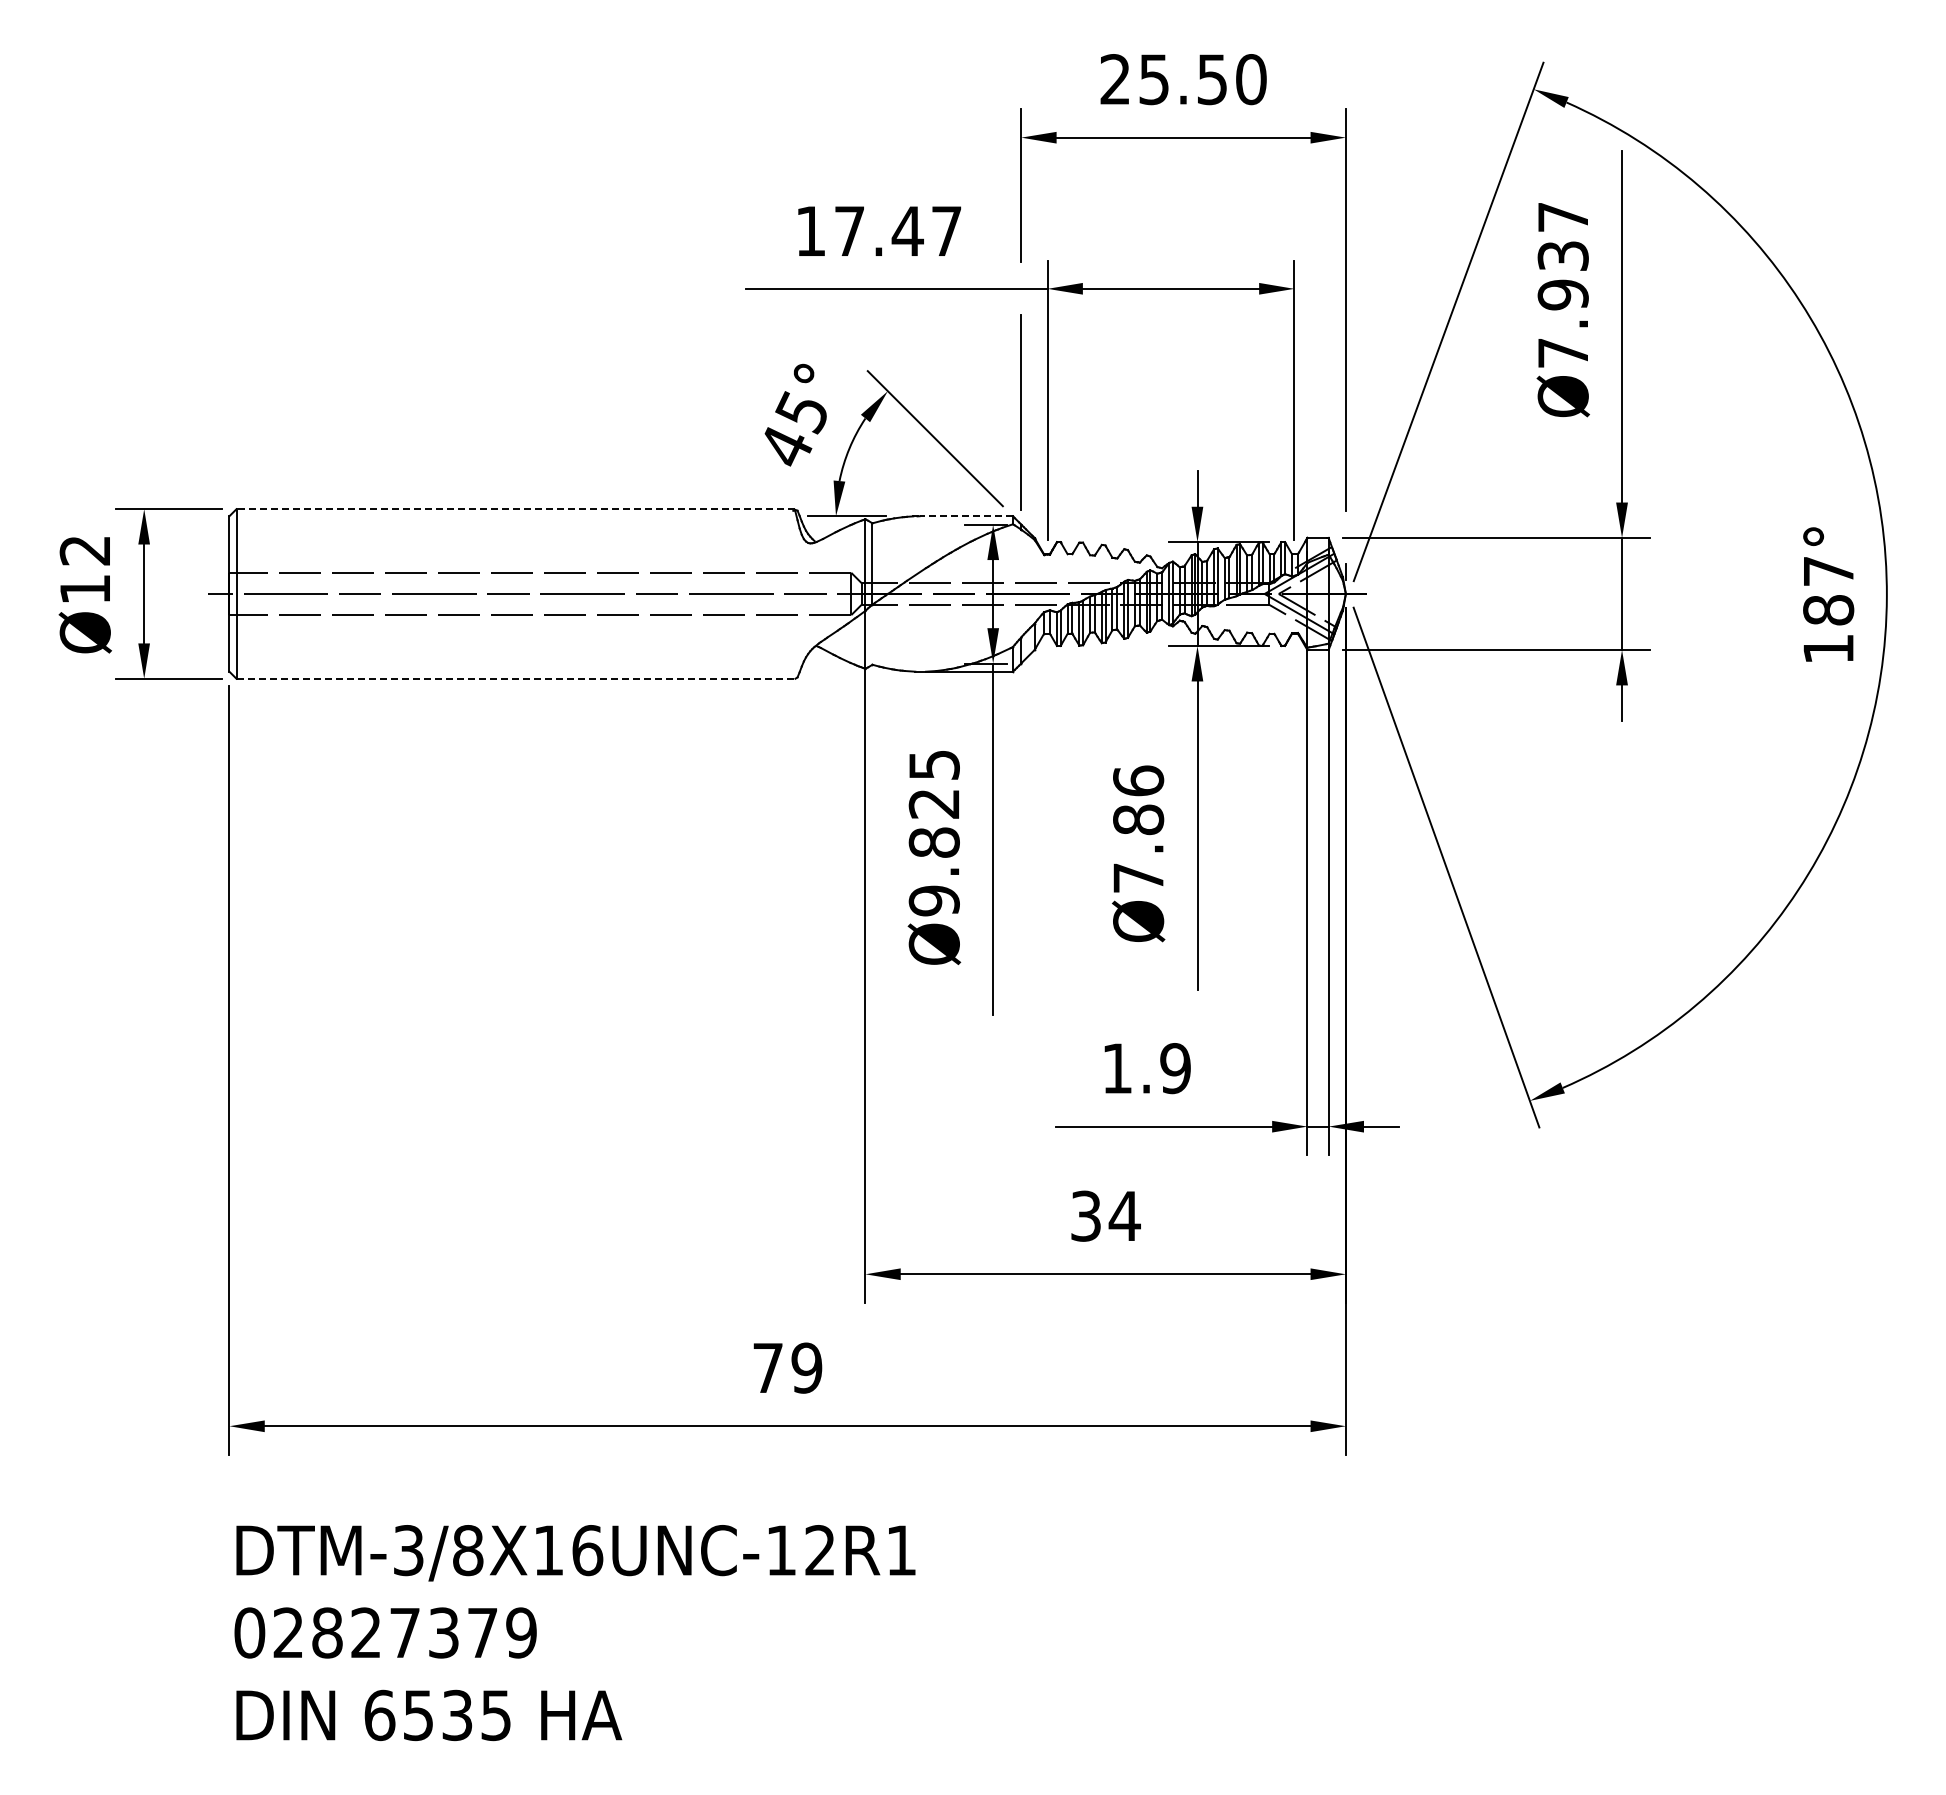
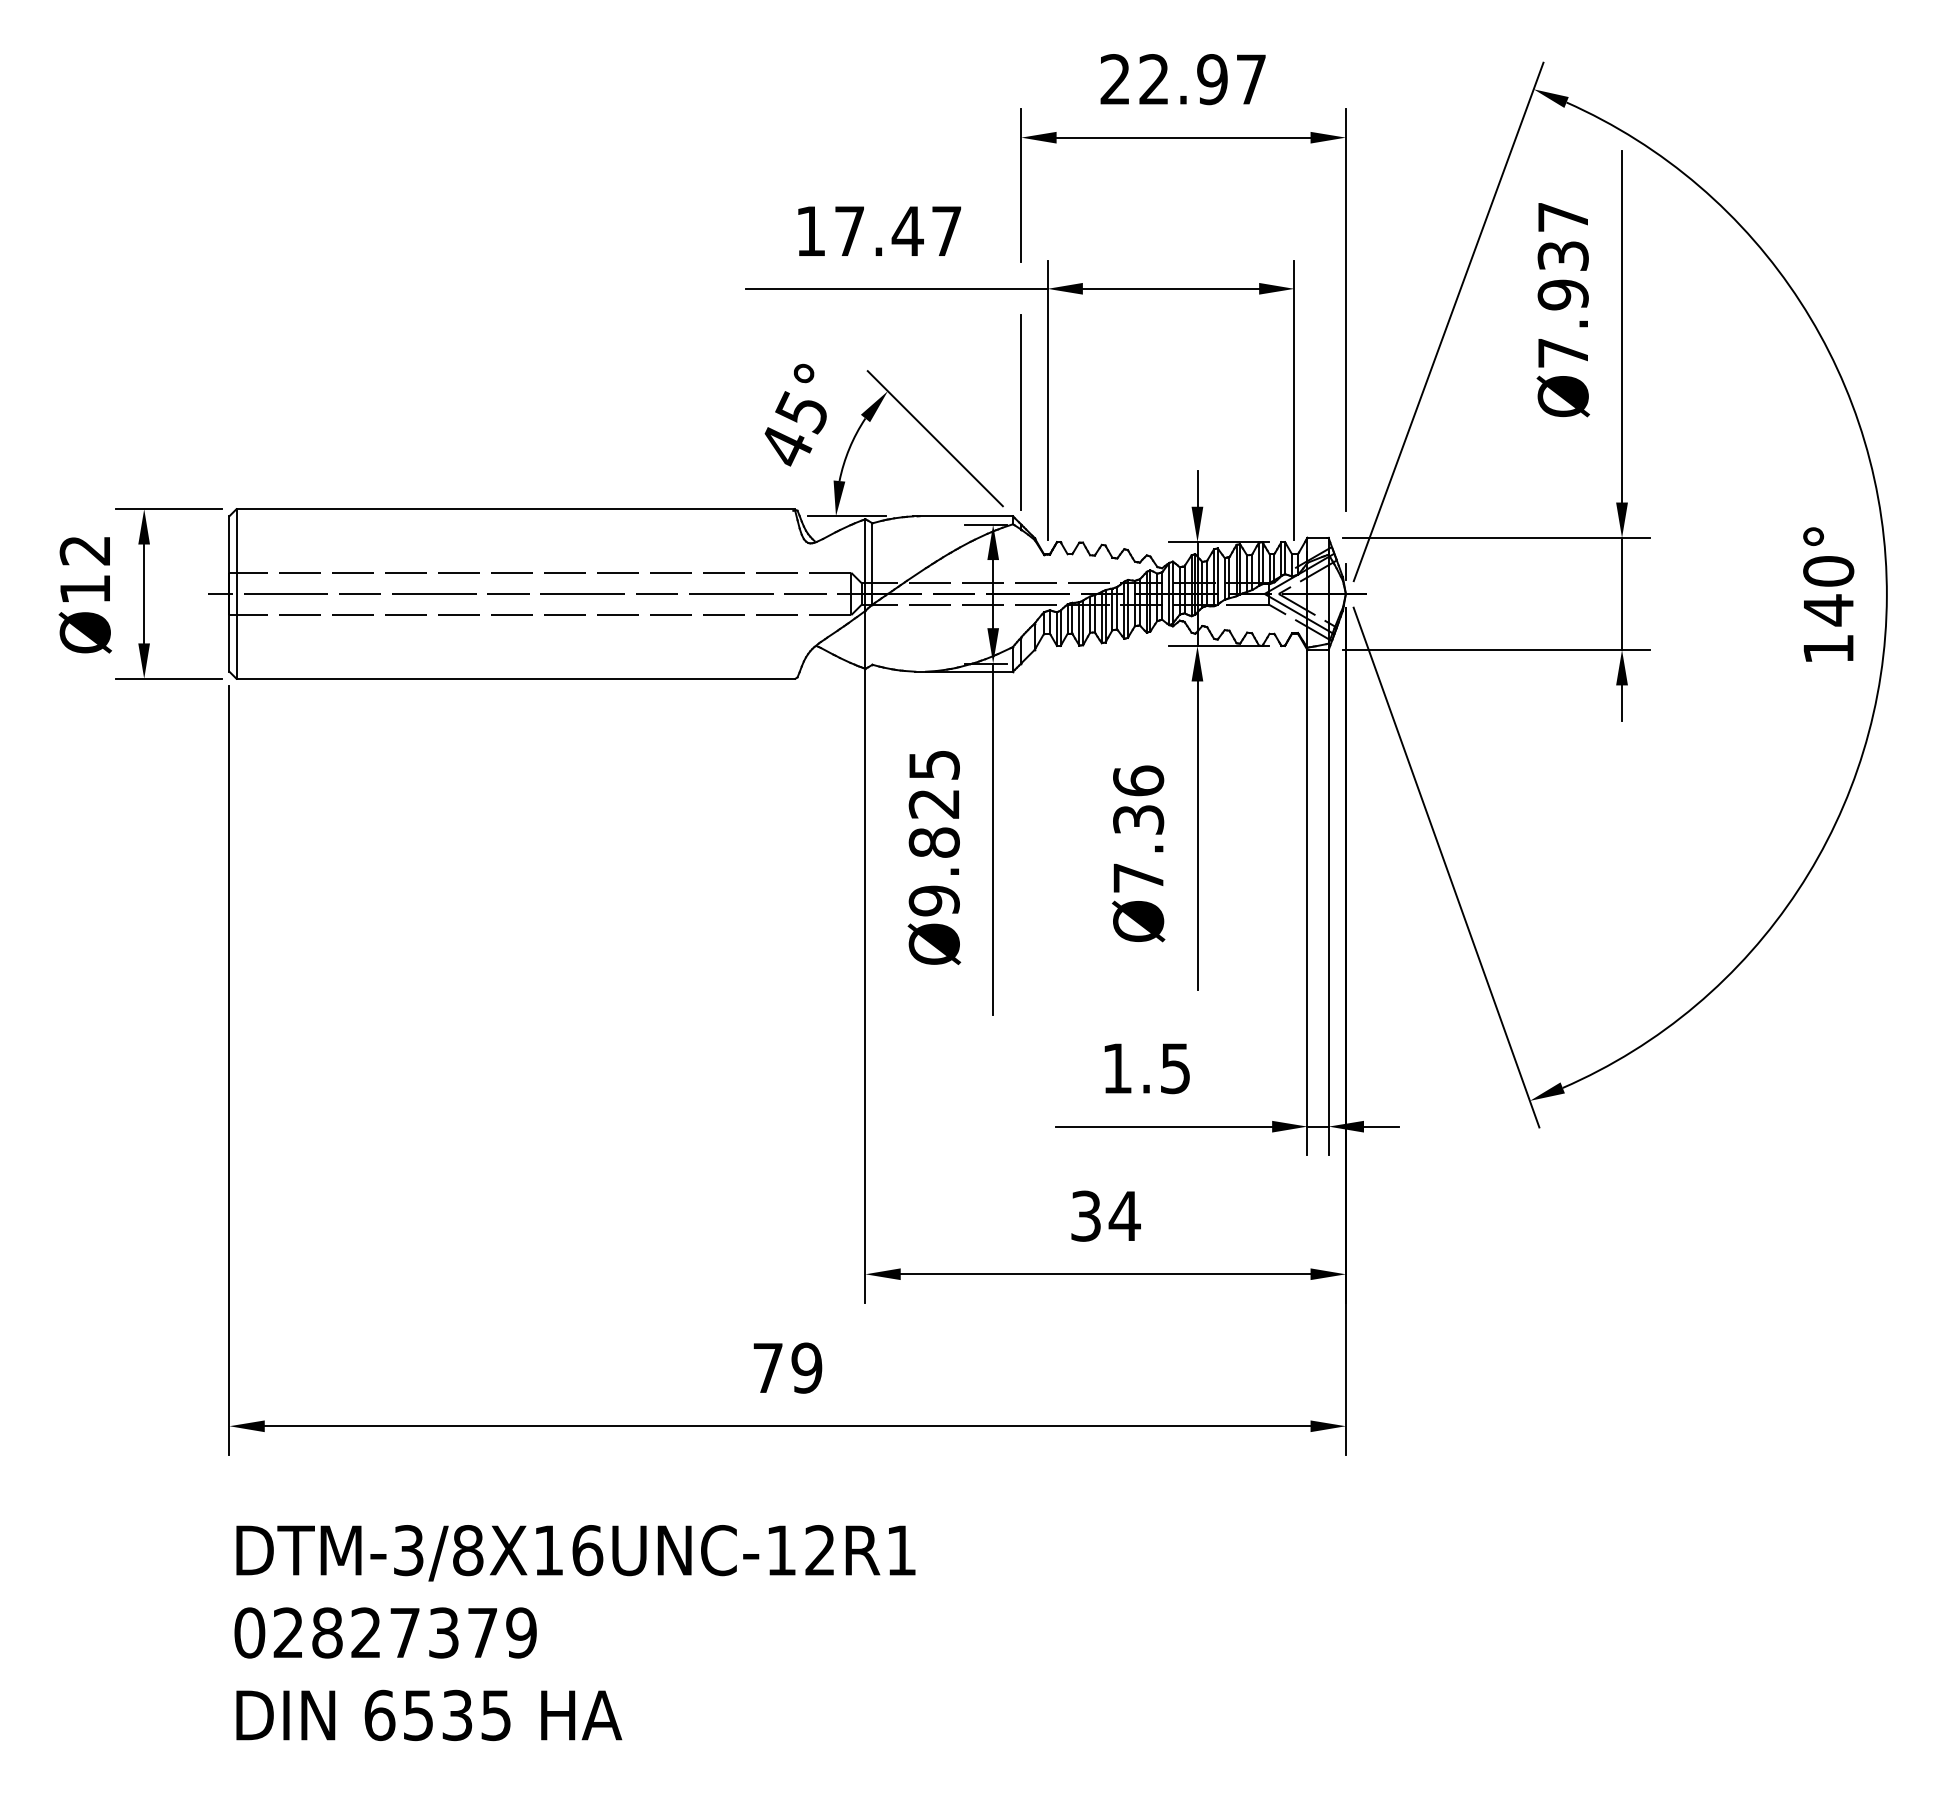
text at (1202, 79): 25.50 -> 22.97
line at (515, 509): dashed -> solid
line at (966, 516): dashed -> solid
text at (1828, 591): 187° -> 140°
line at (516, 678): dashed -> solid
text at (1138, 819): Ø7.86 -> Ø7.36
text at (1175, 1068): 1.9 -> 1.5
